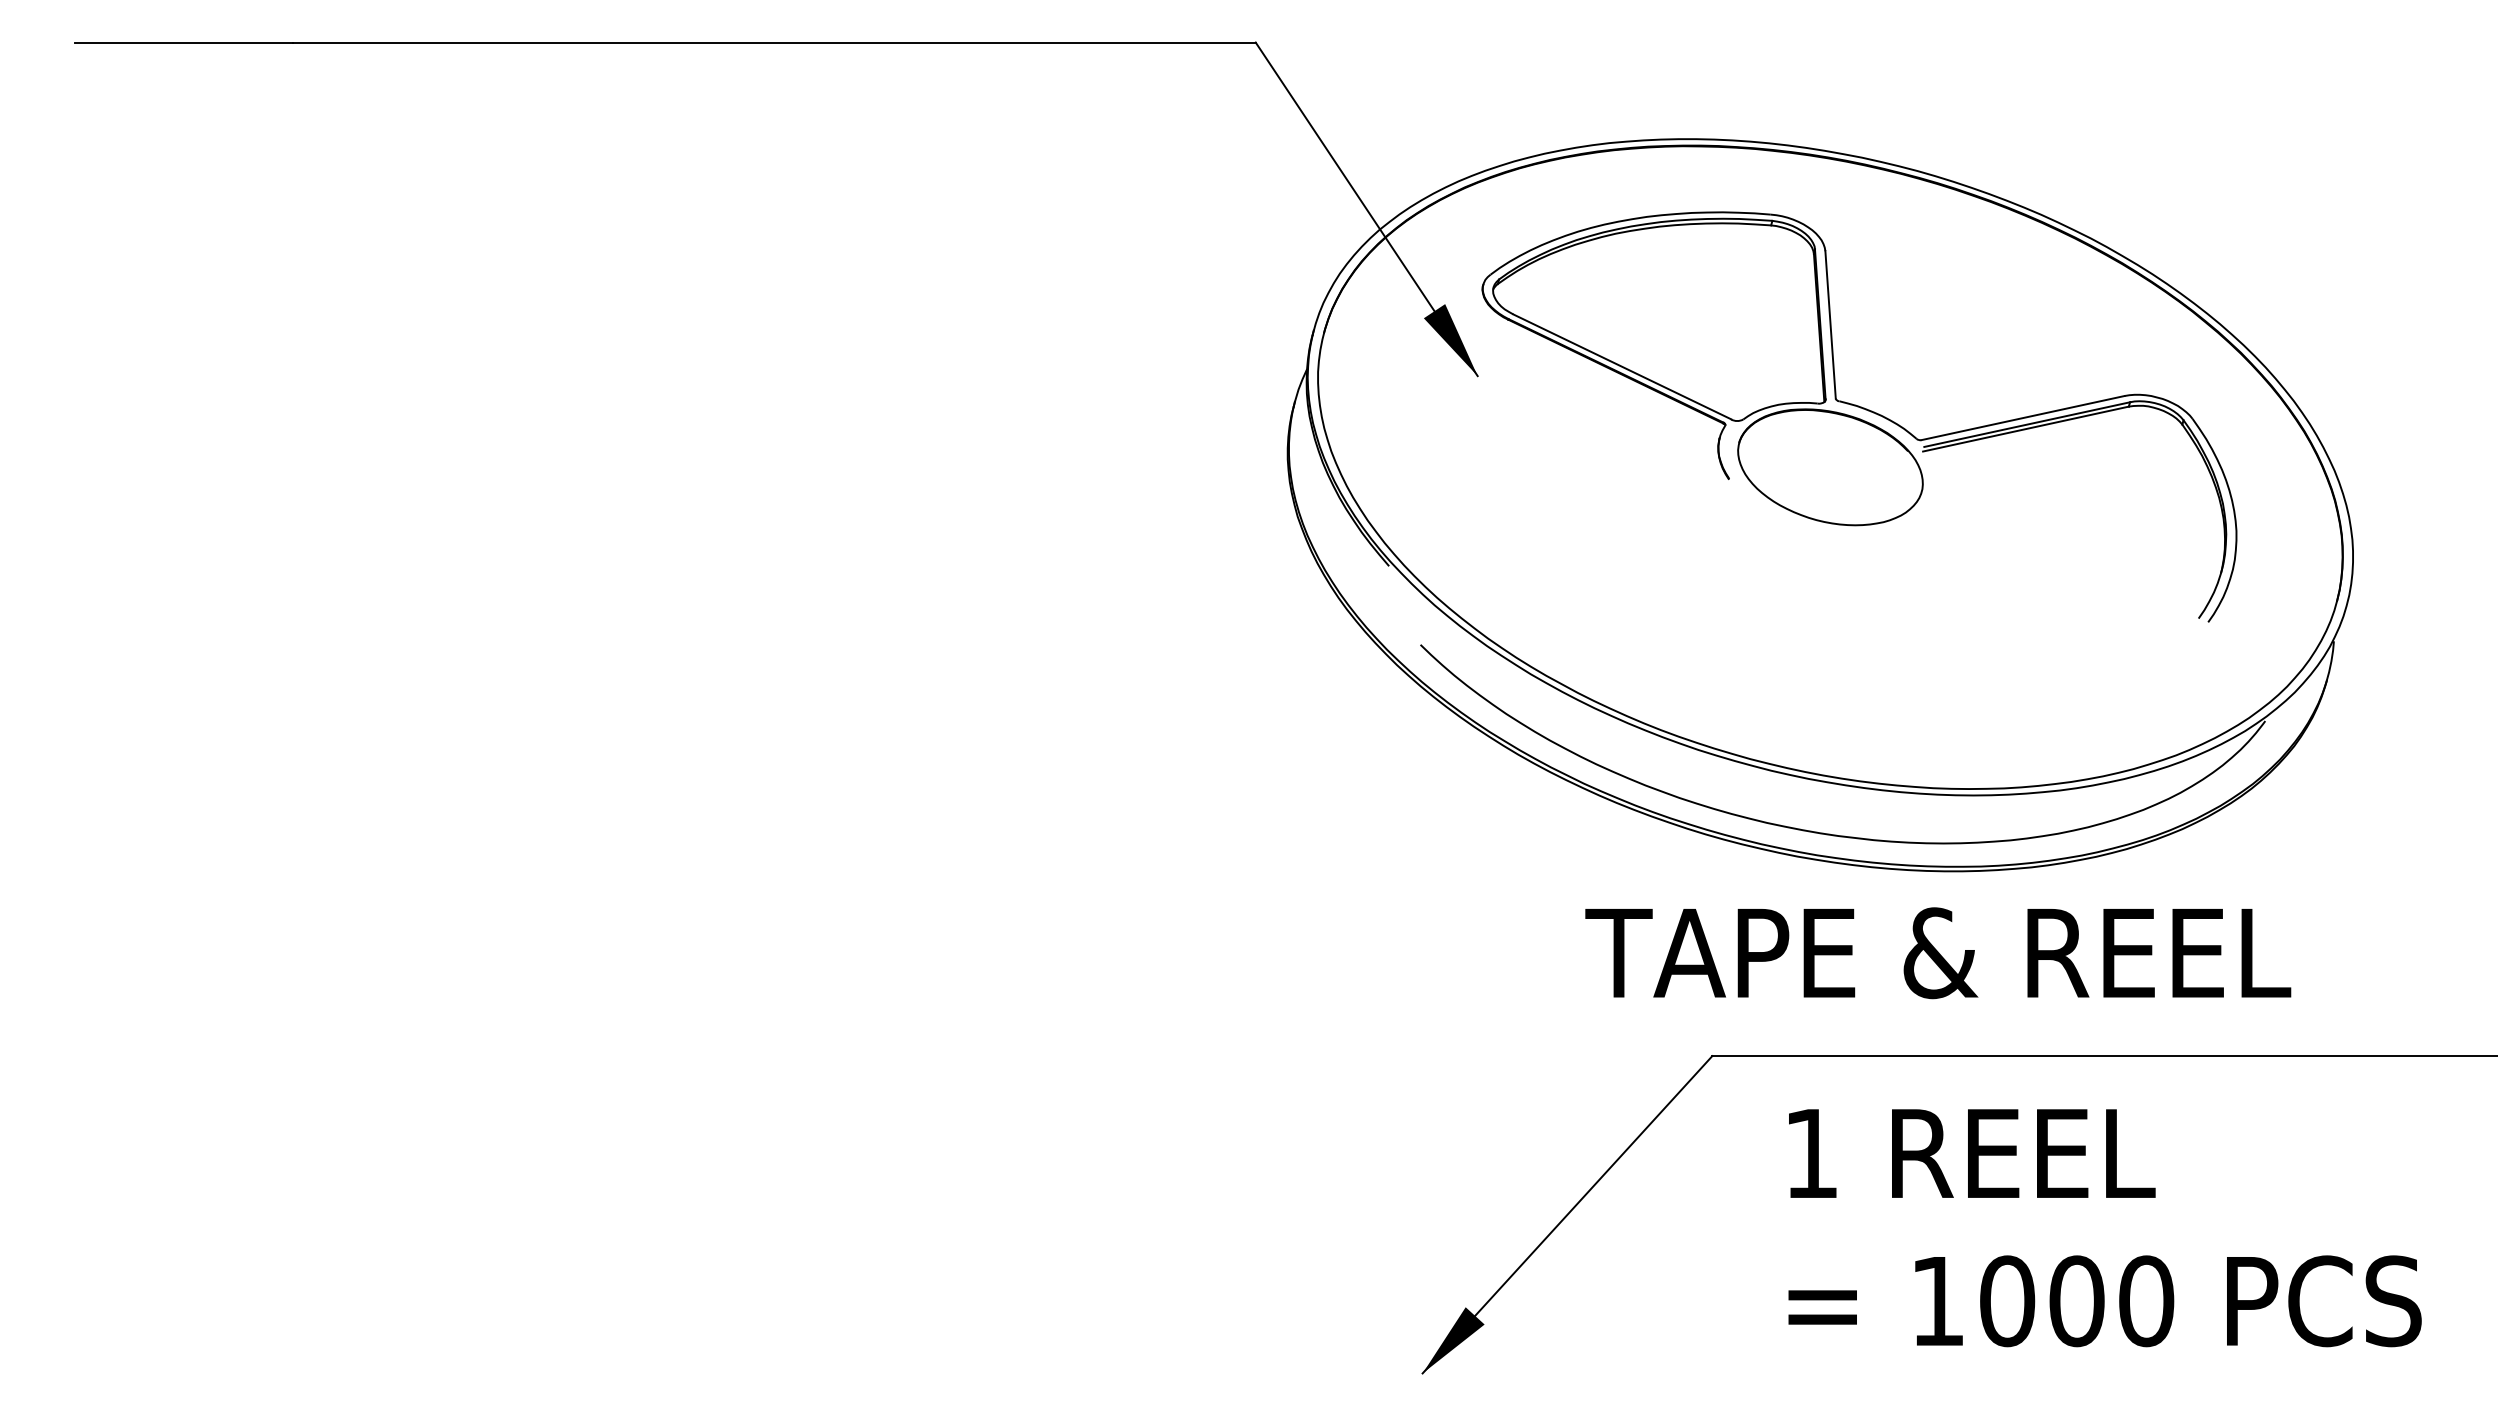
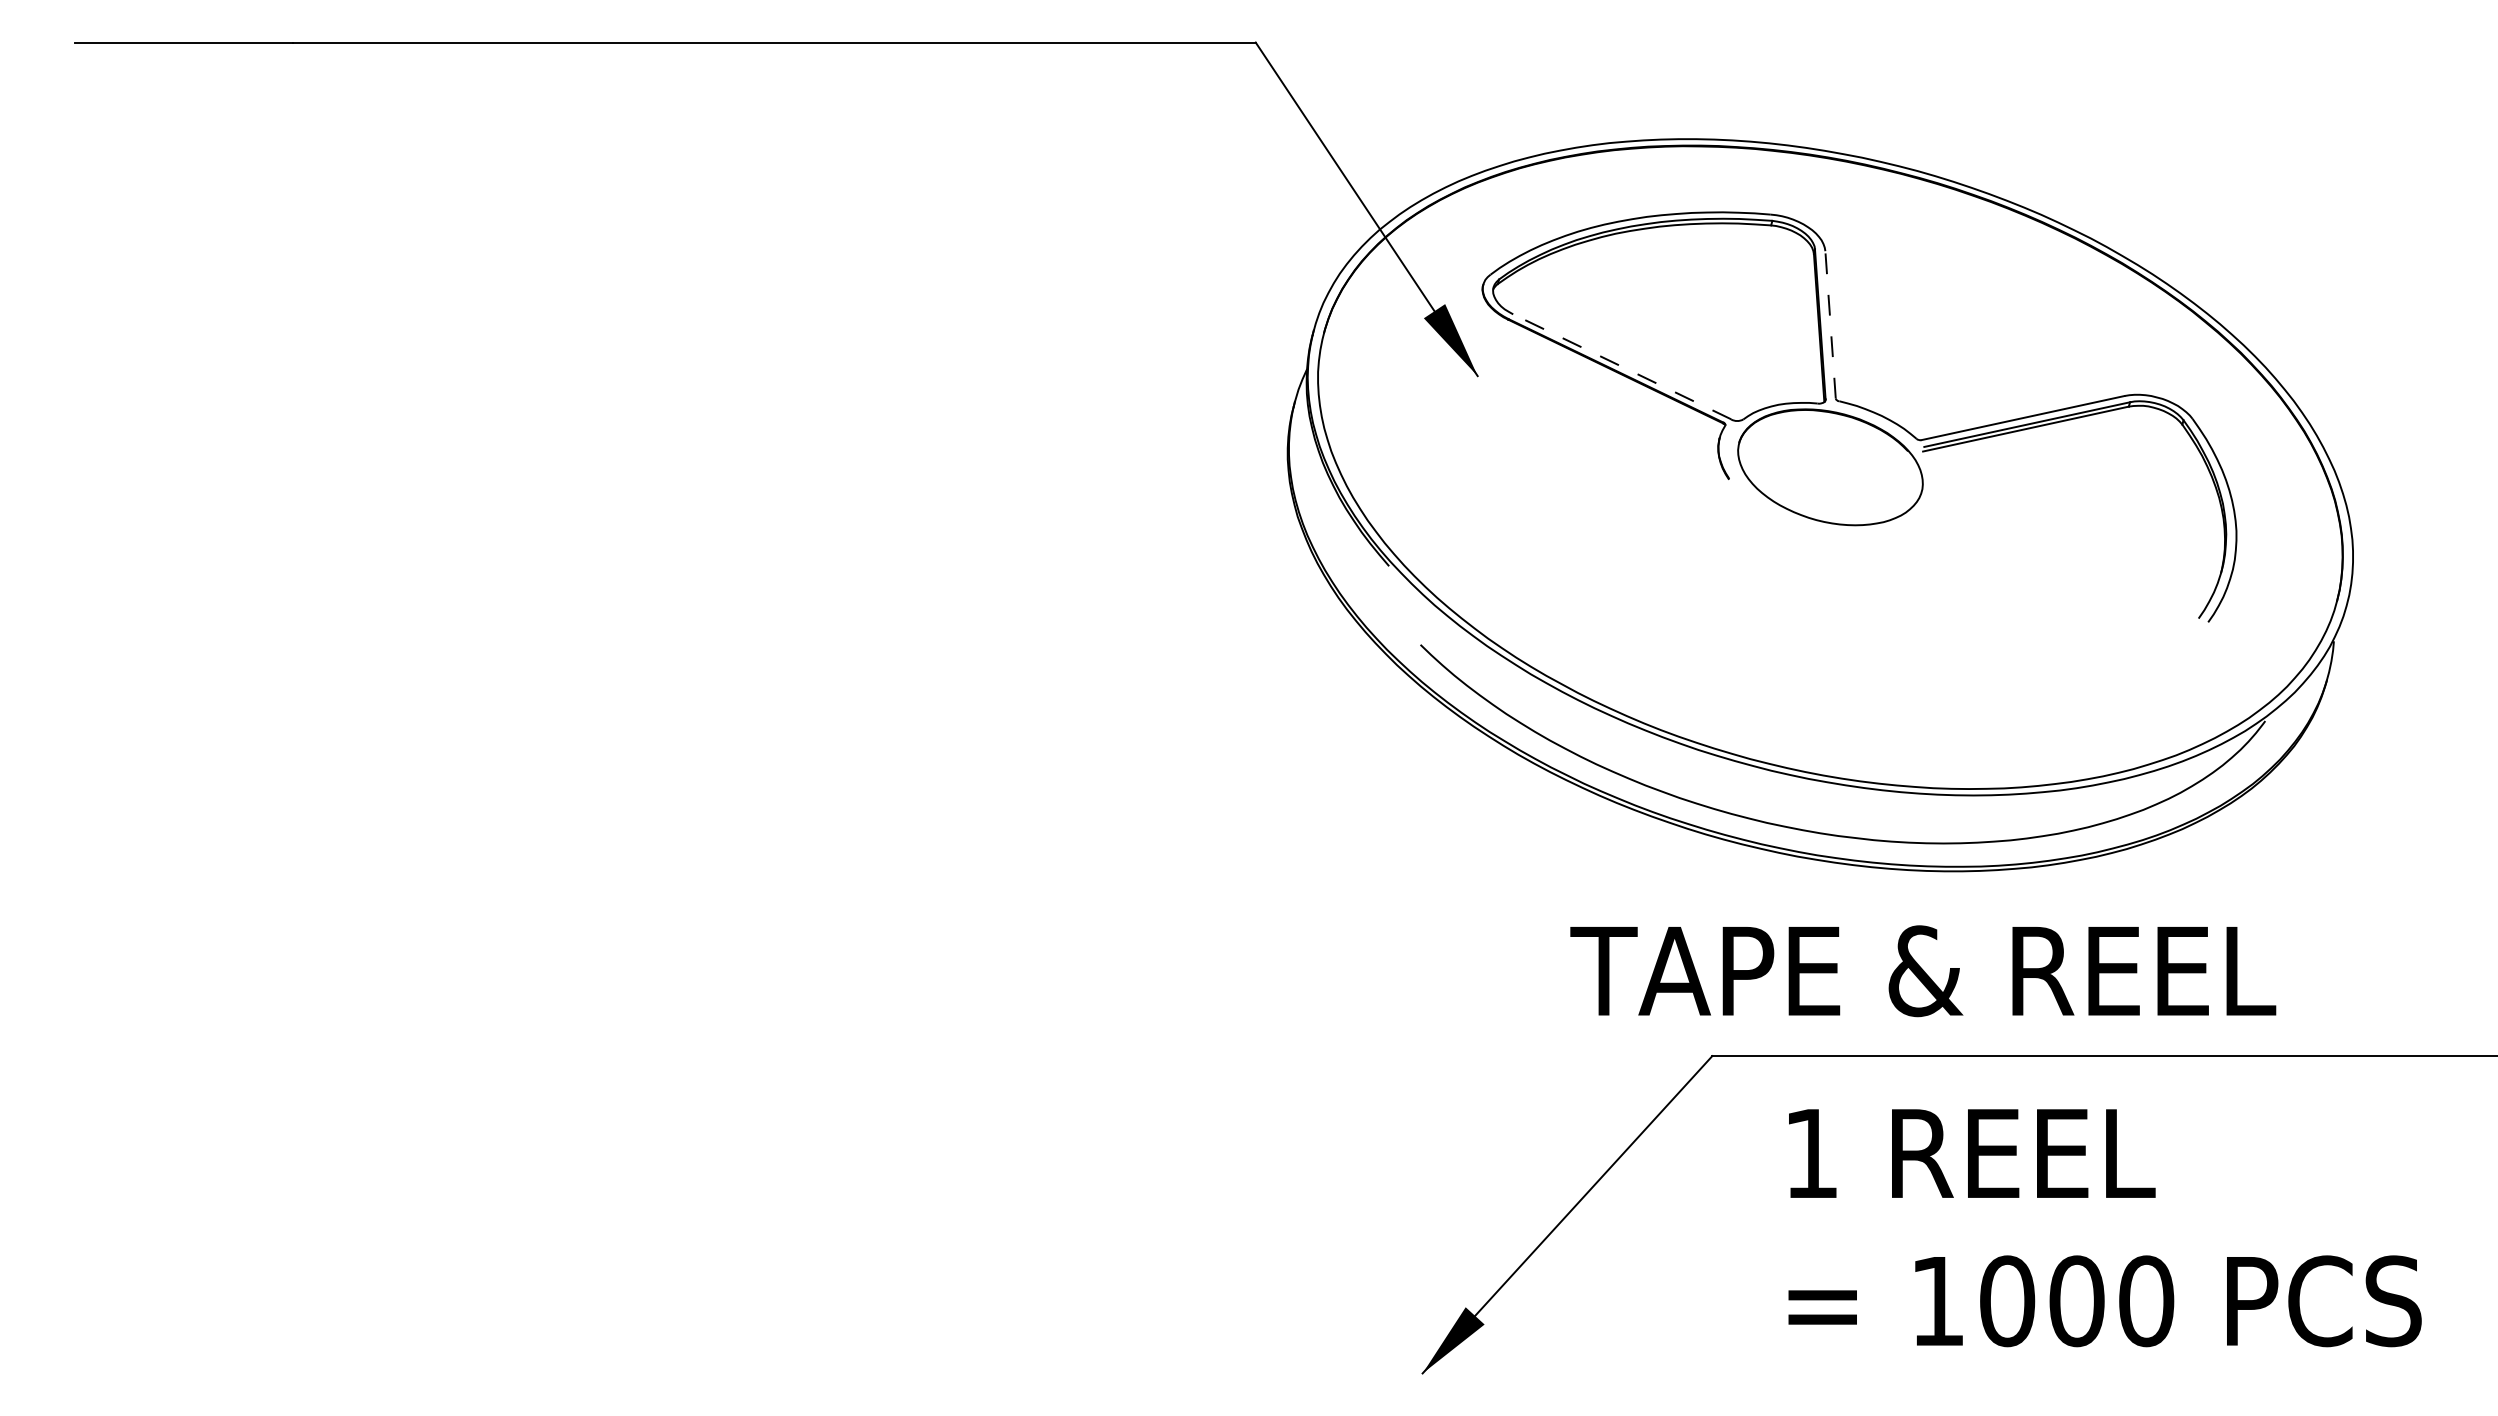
line at (1830, 324): solid -> dashed
line at (1622, 366): solid -> dashed
text at (1938, 953) position: (1938, 953) -> (1923, 971)
